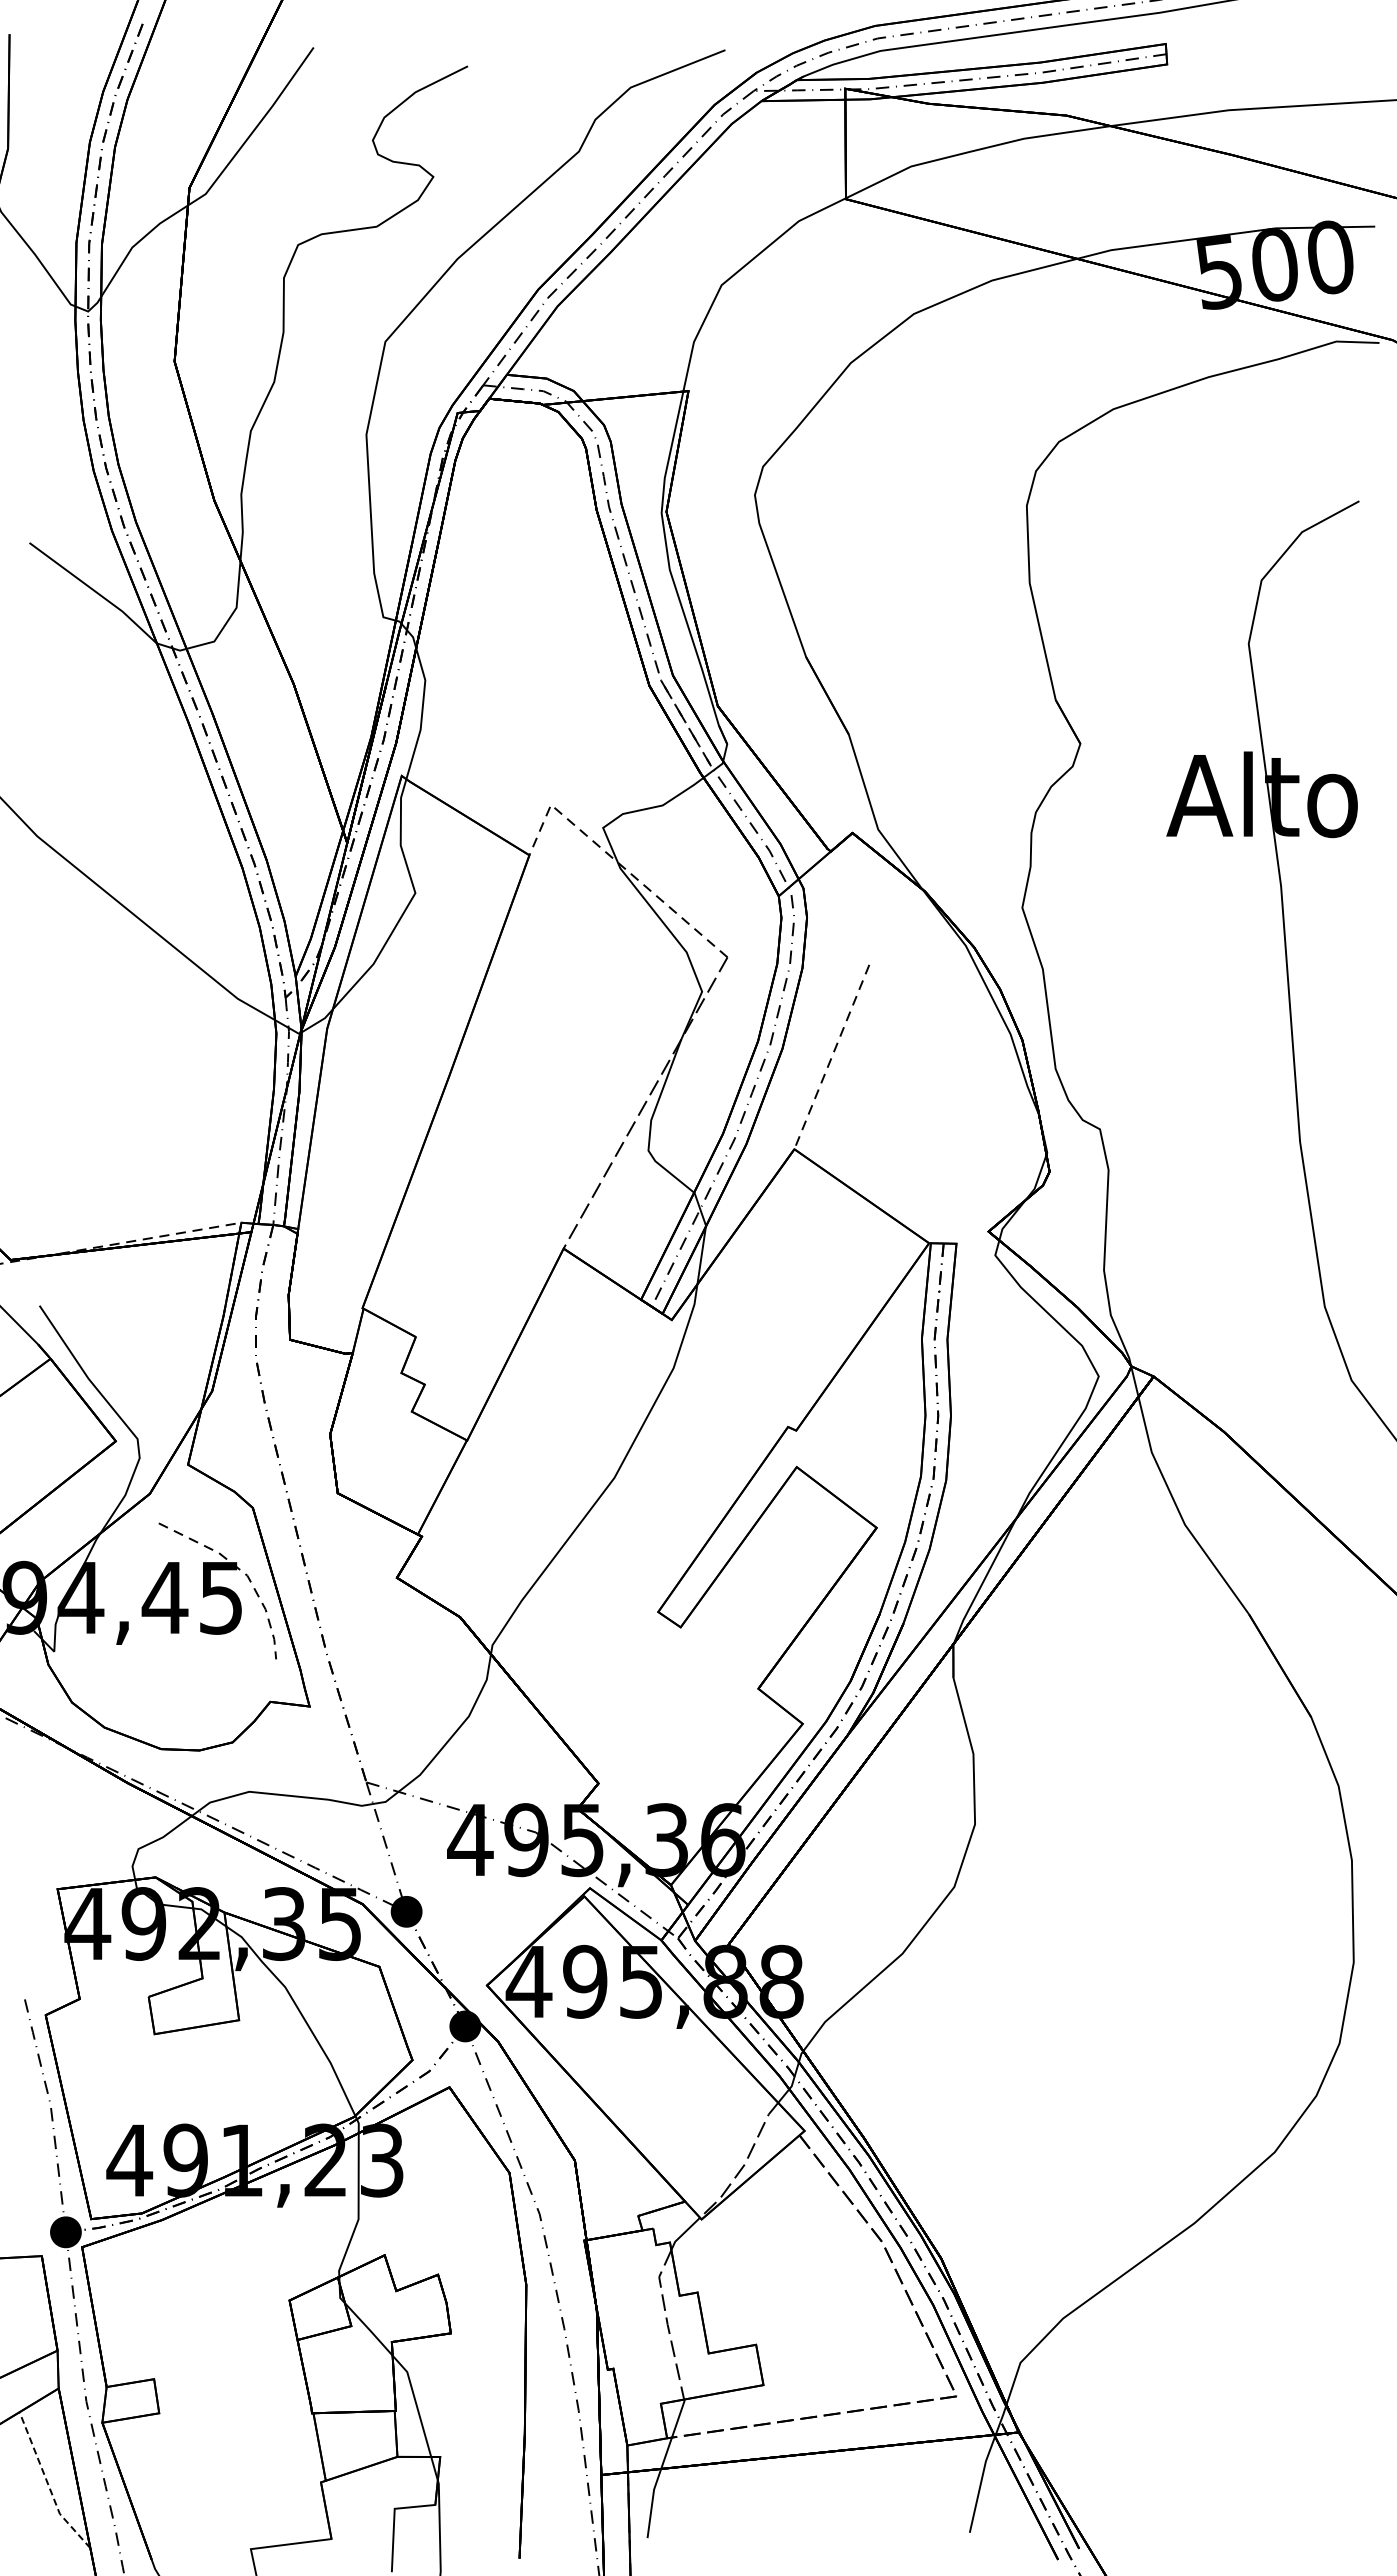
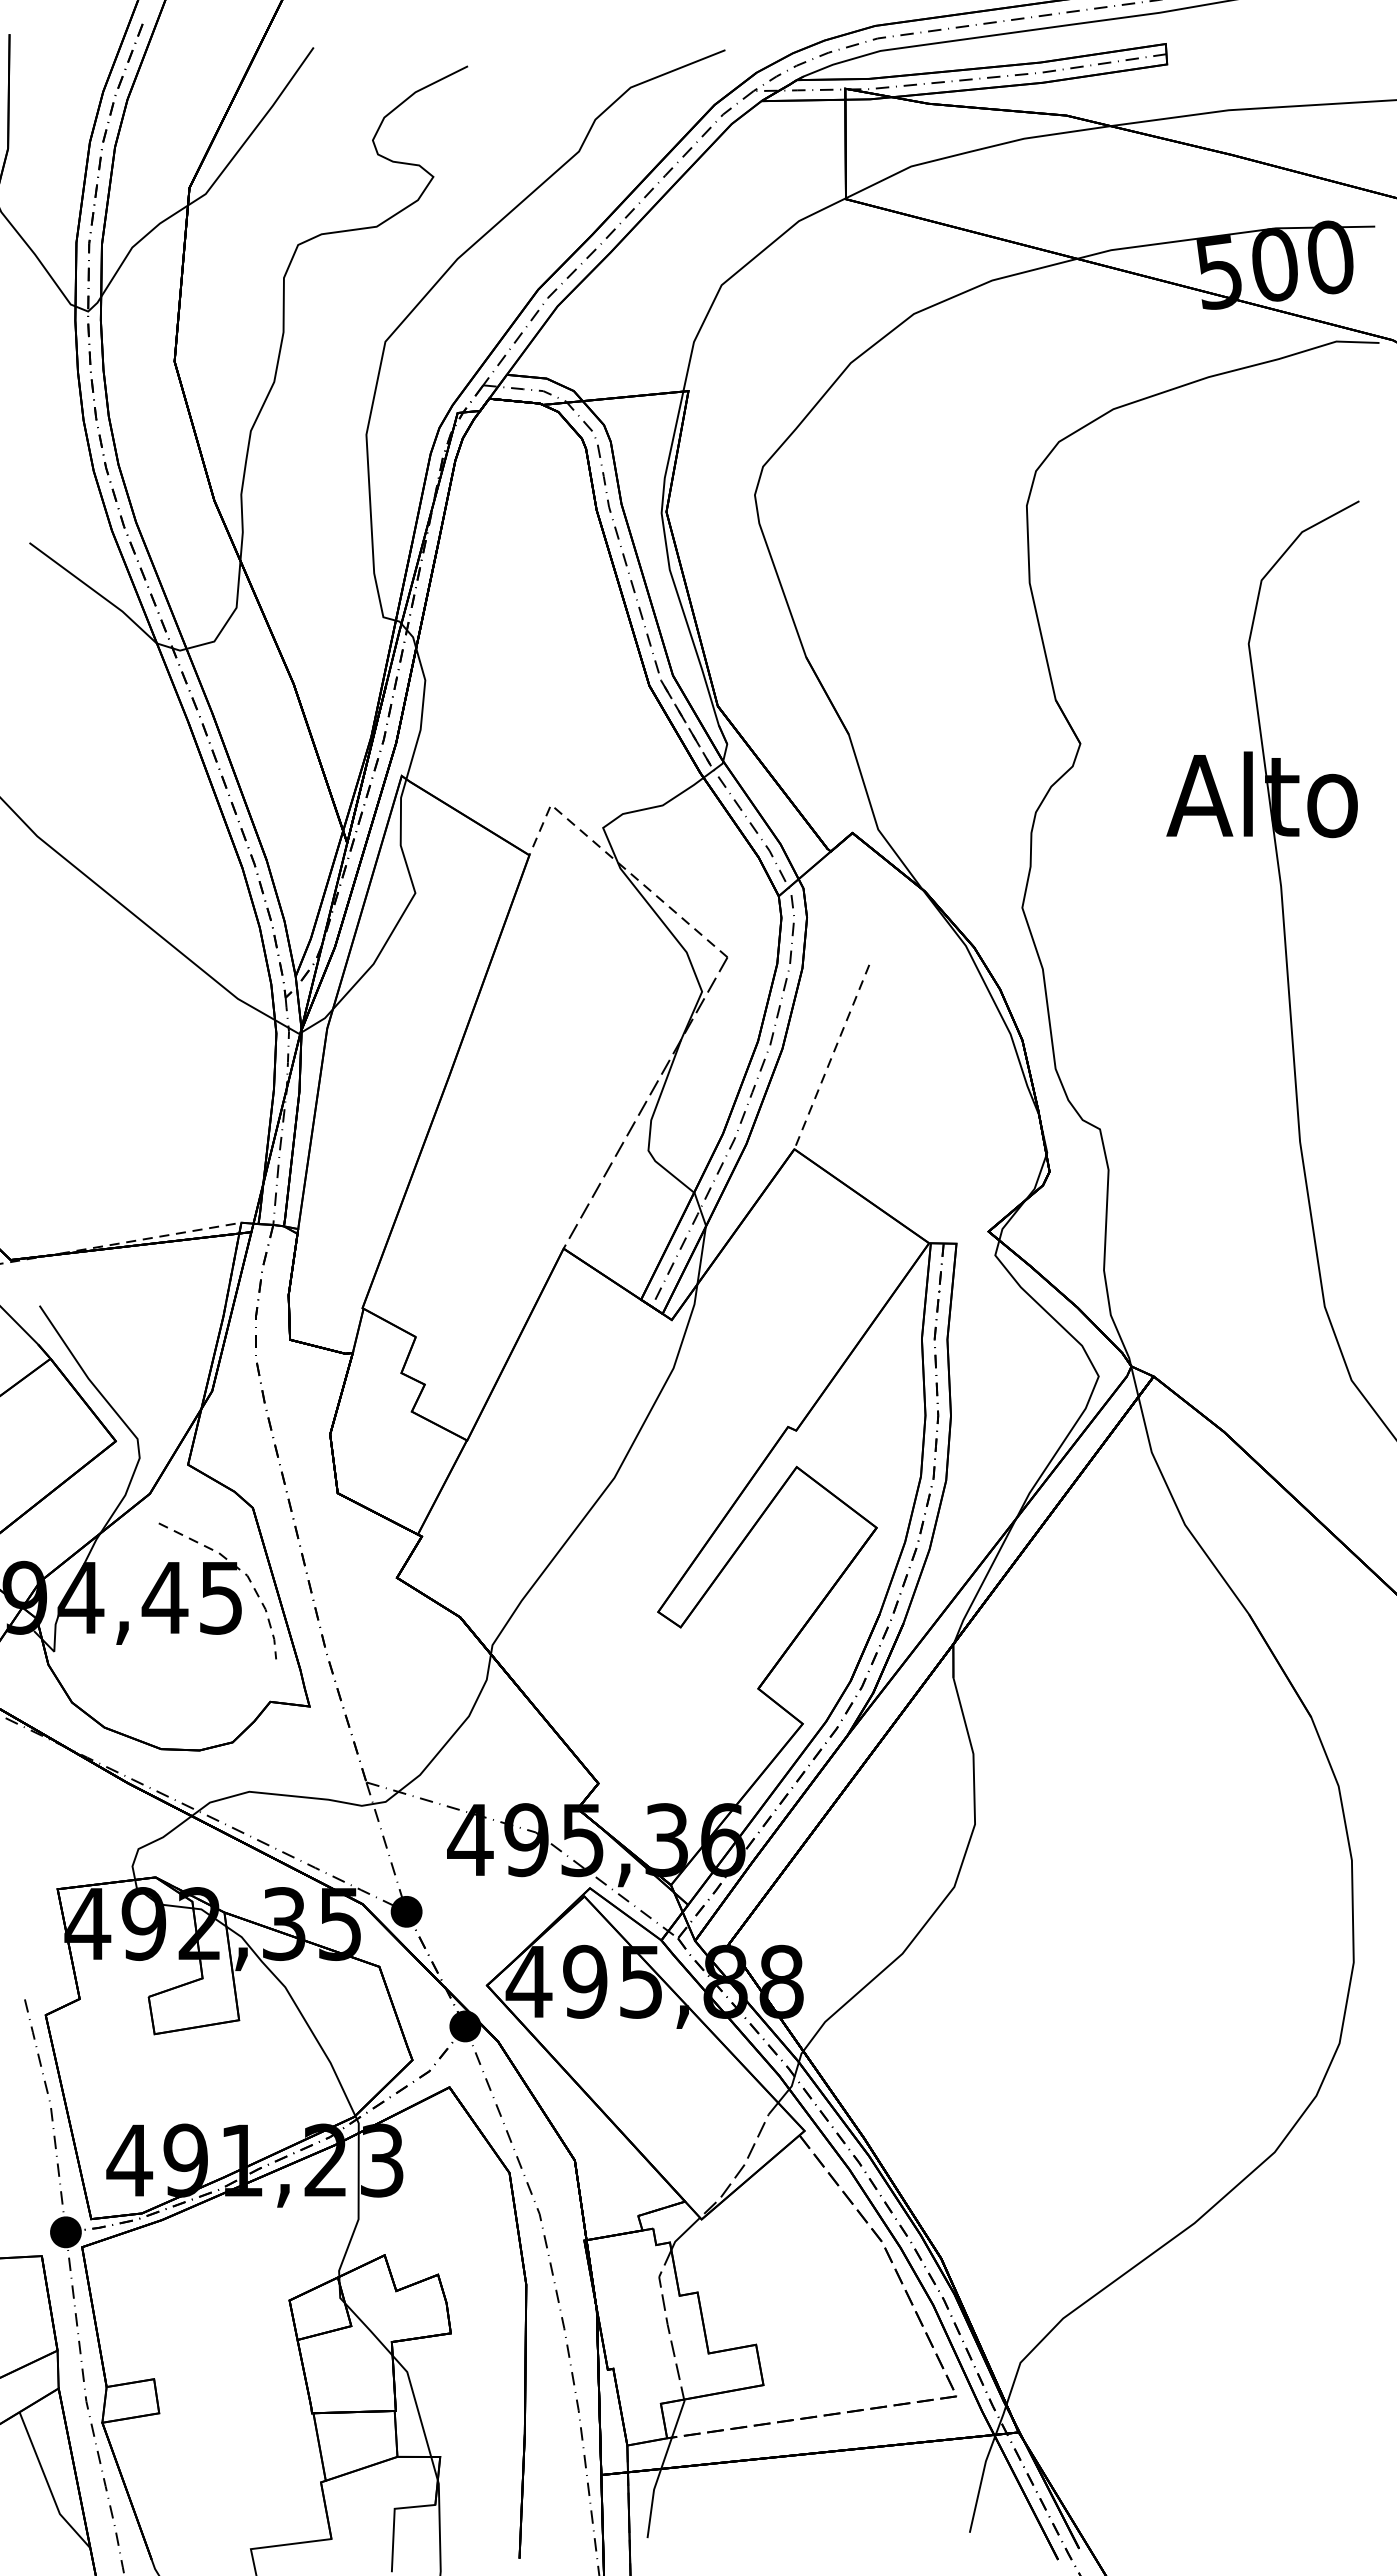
line at (48, 2484): dashed -> solid
